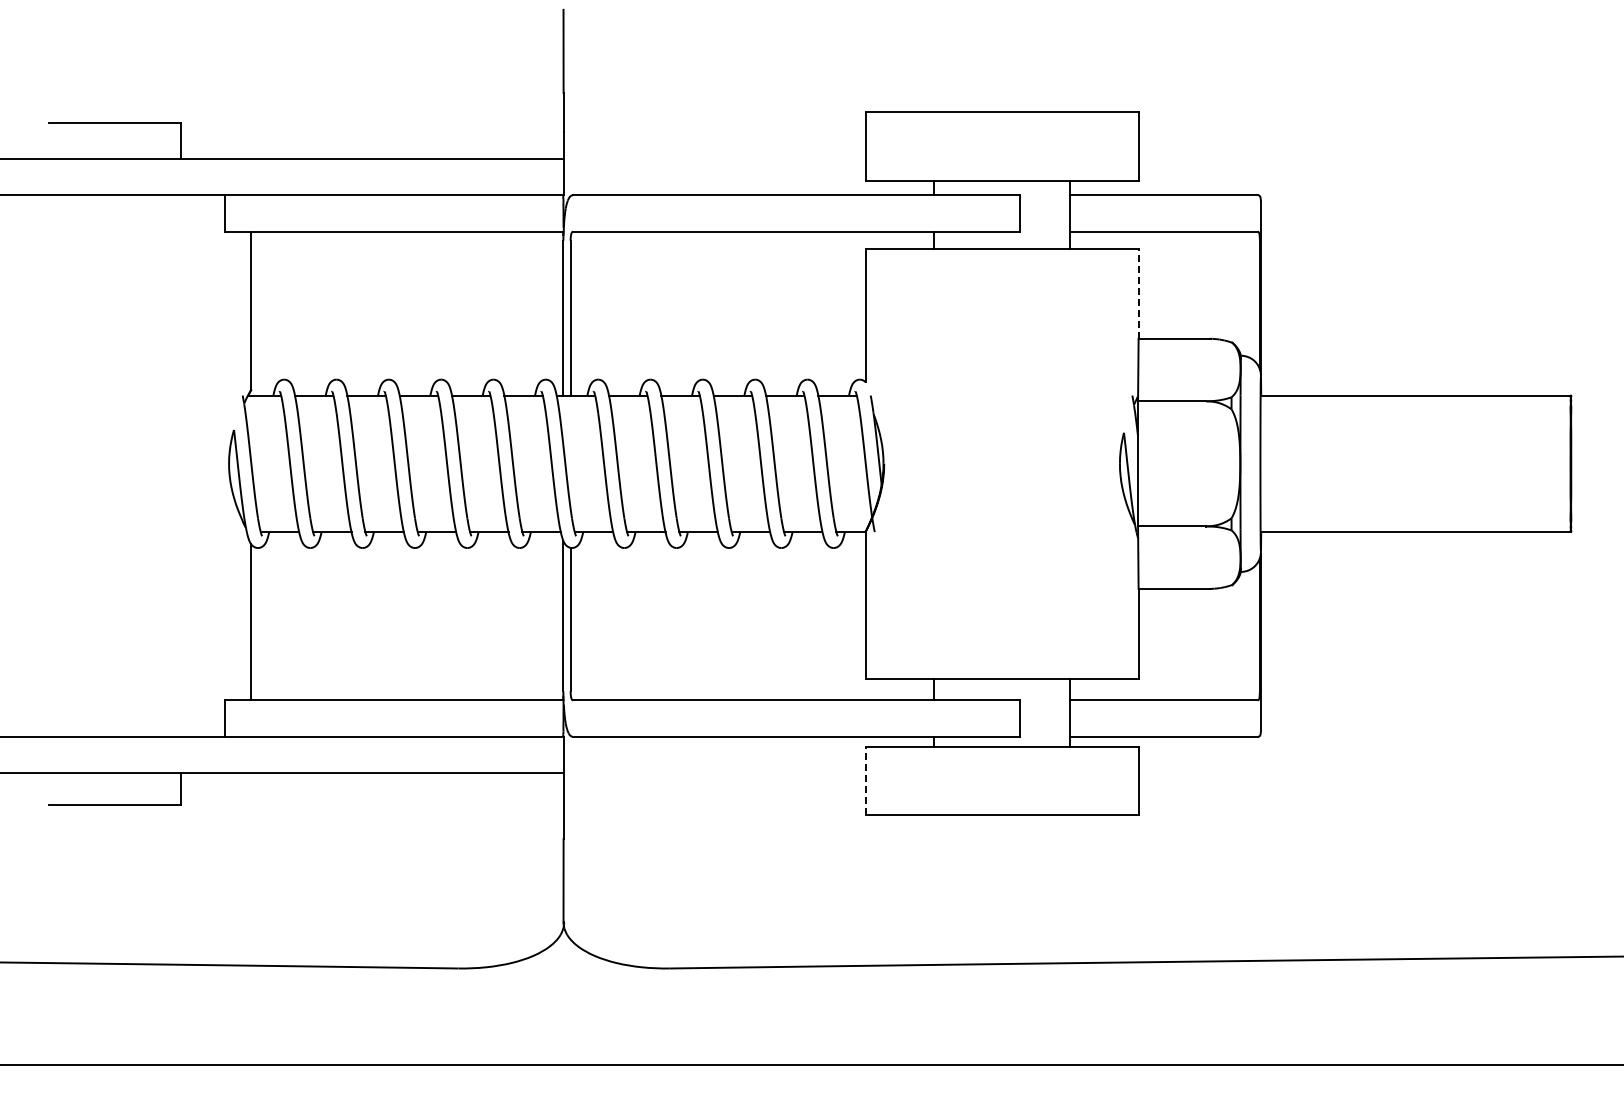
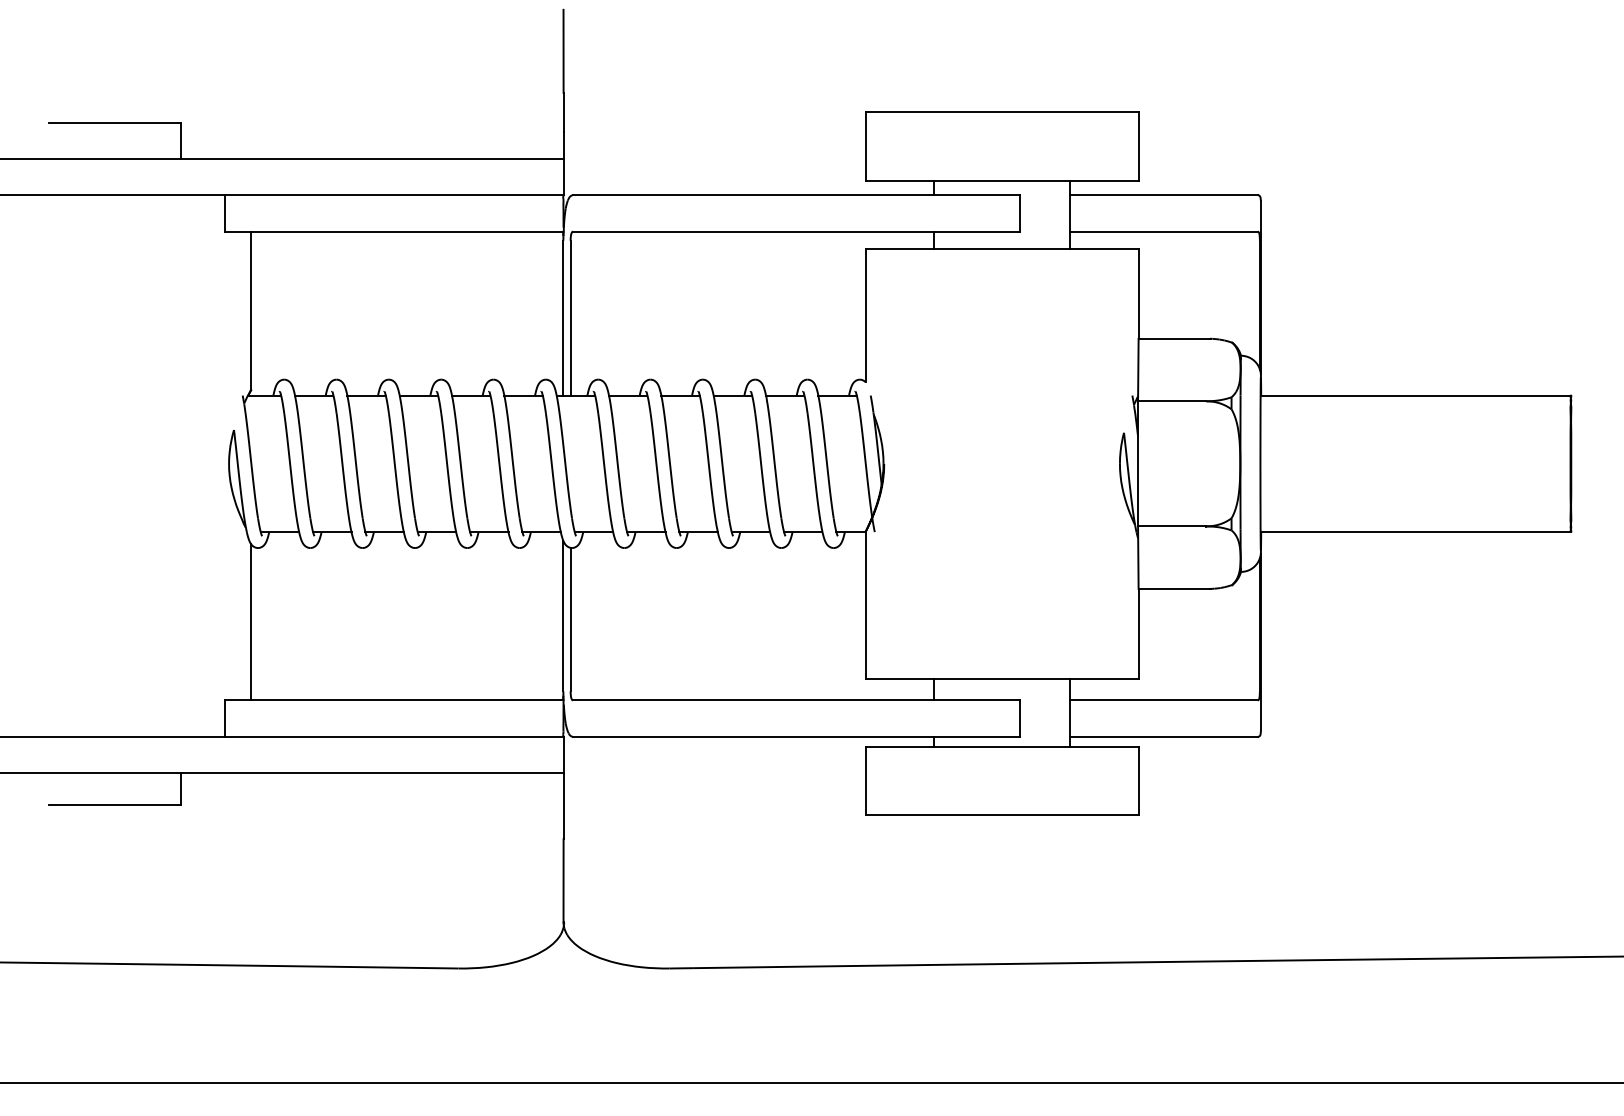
line at (1138, 293): dashed -> solid
line at (865, 780): dashed -> solid
line at (811, 1064) position: (811, 1064) -> (811, 1082)
